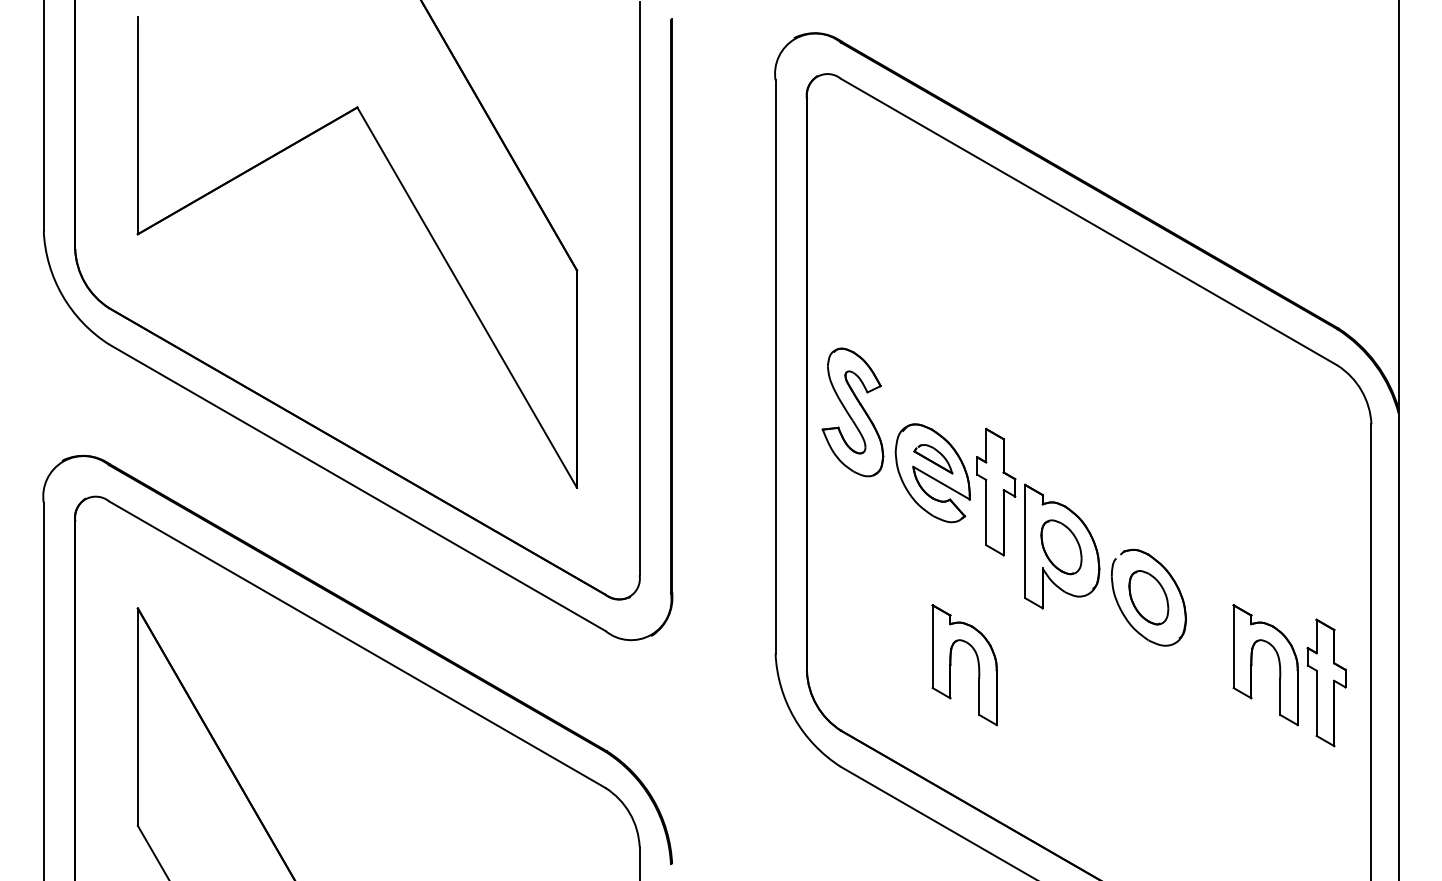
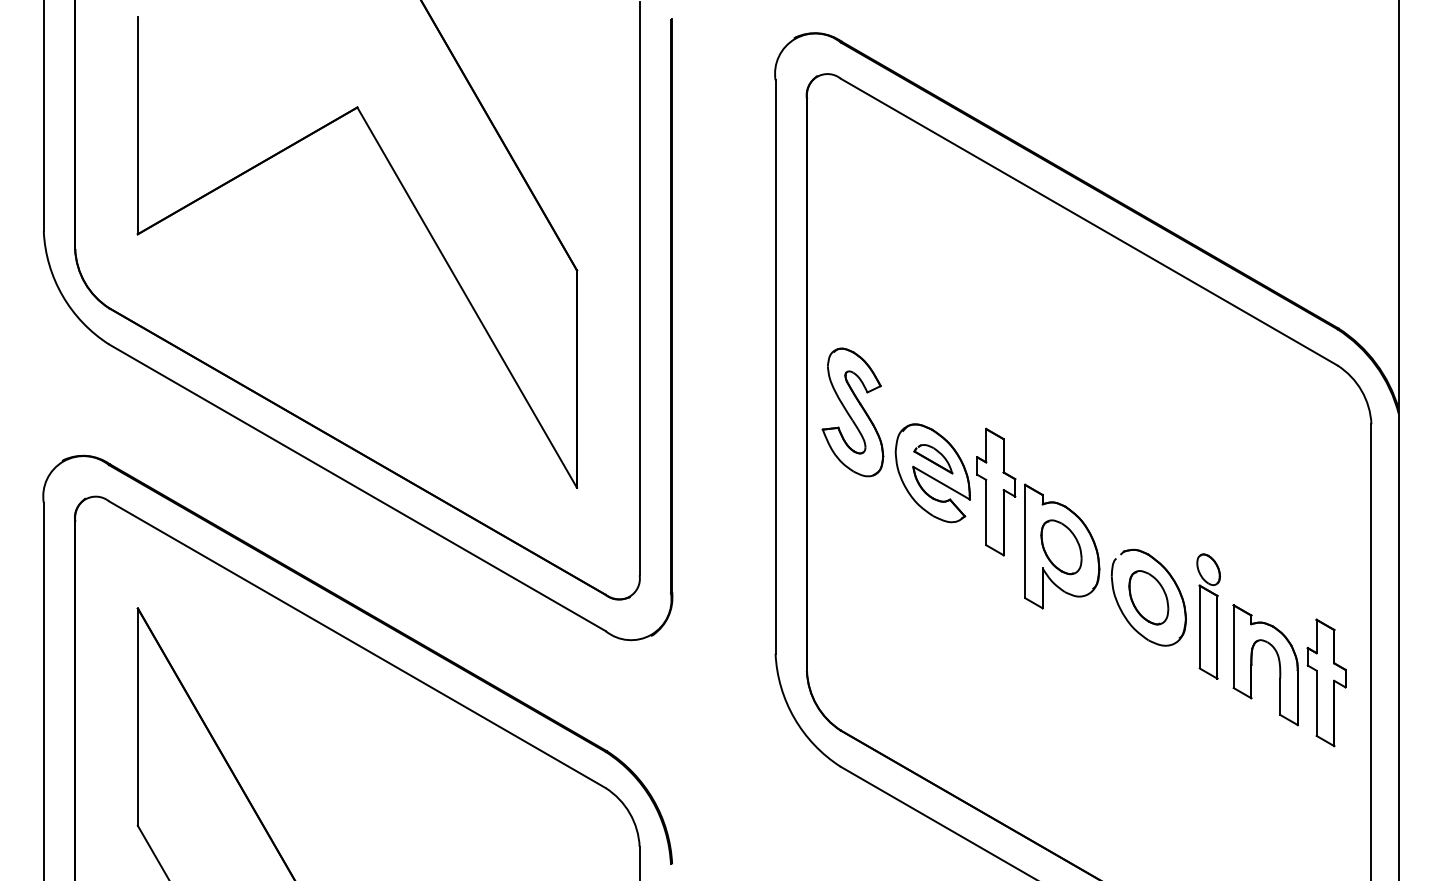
part at (1208, 616): none -> present
part at (951, 665): present -> none
